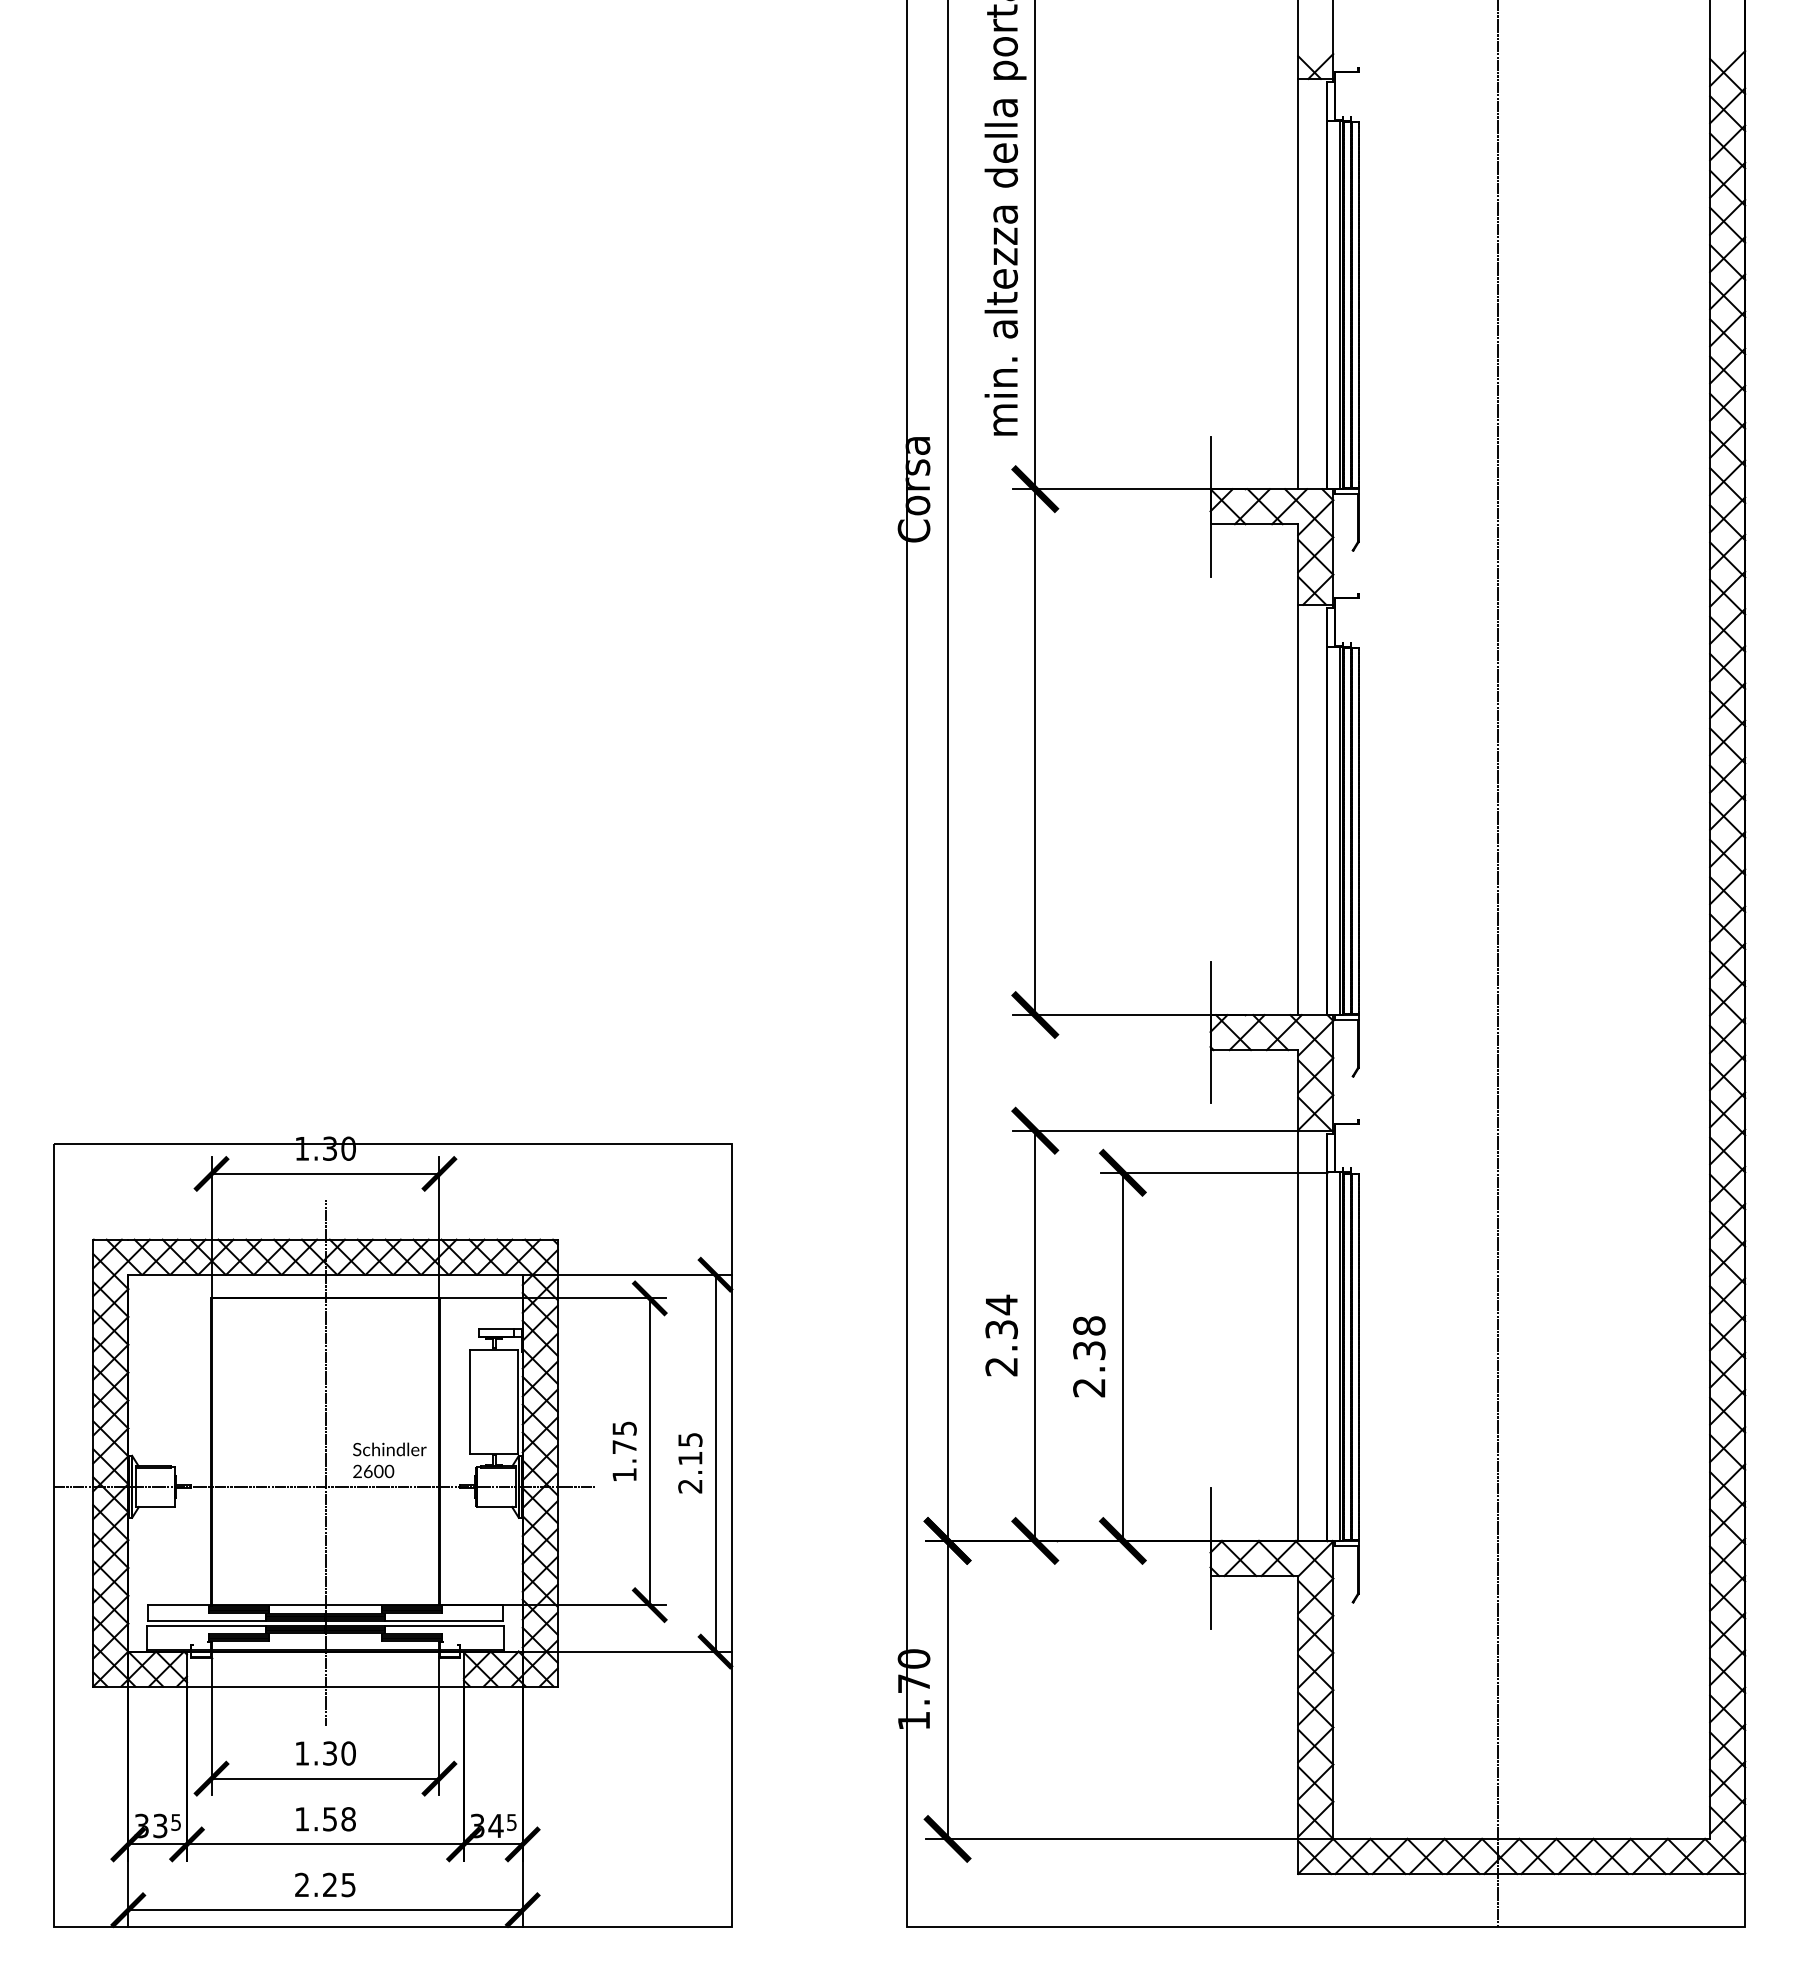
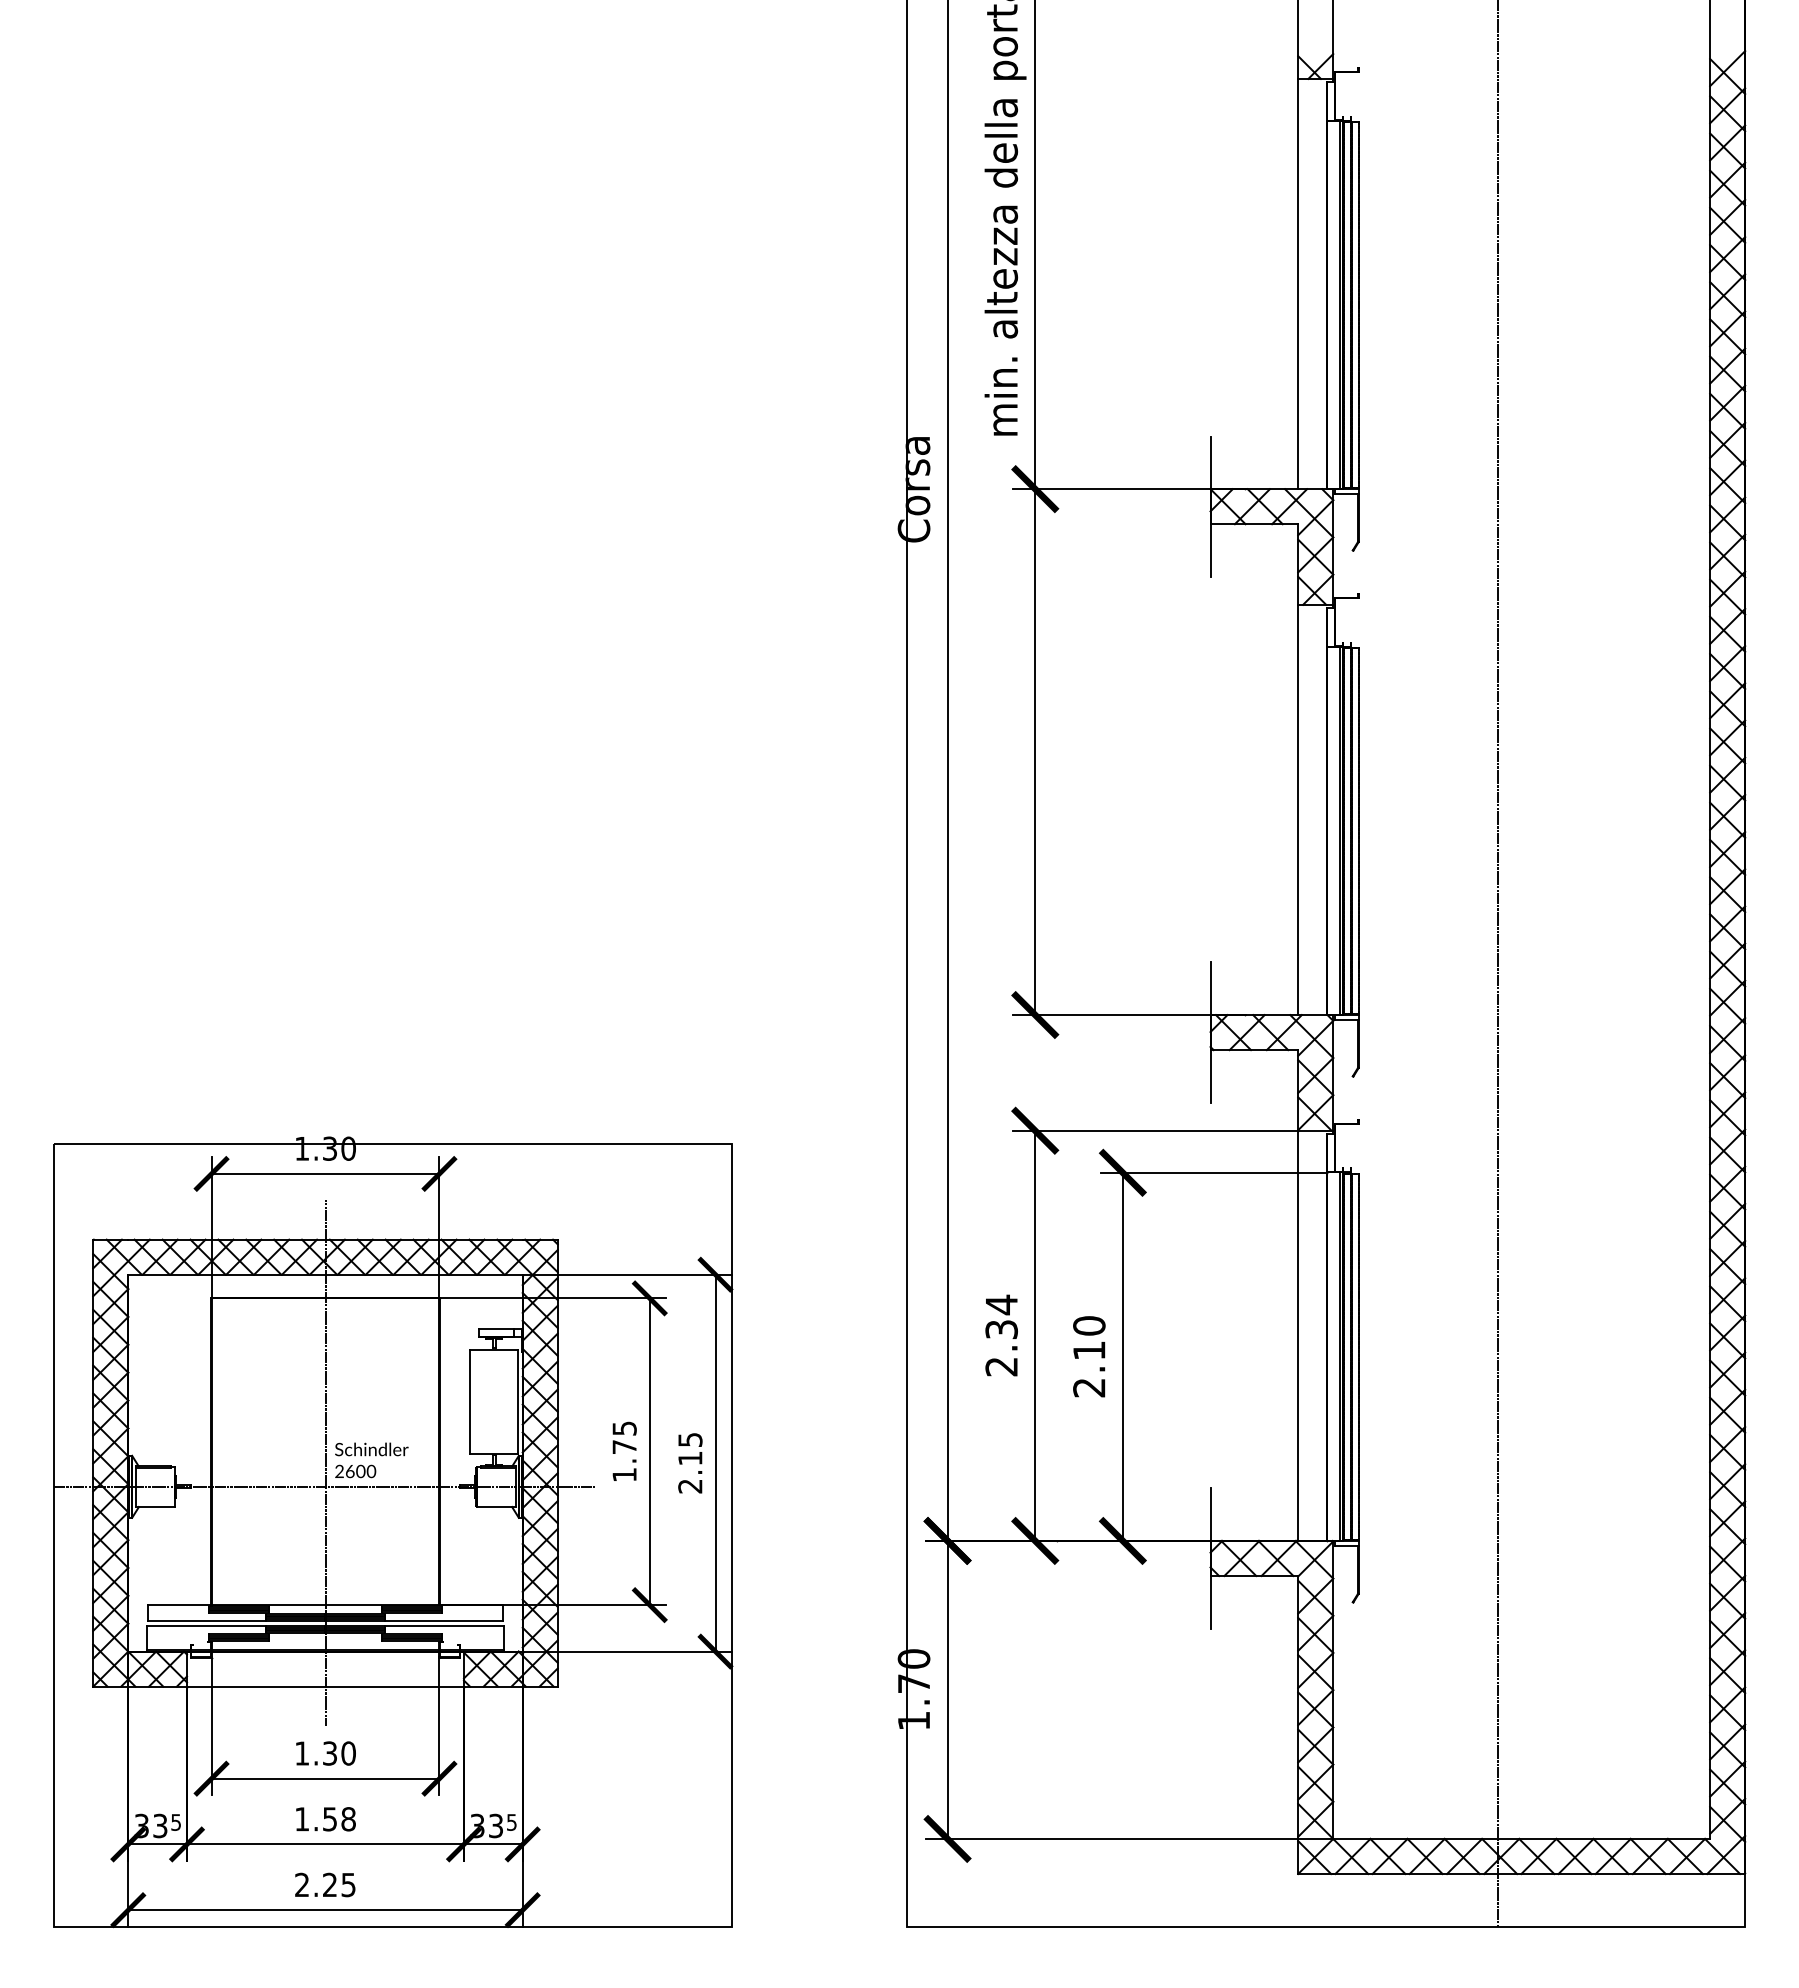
text at (1089, 1338): 2.38 -> 2.10
text at (389, 1460) position: (389, 1460) -> (371, 1460)
text at (495, 1825): 34 -> 33
